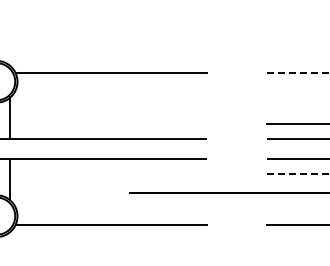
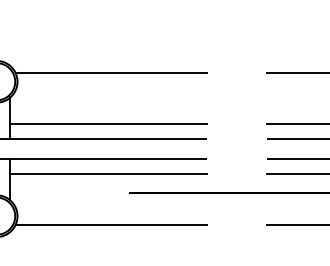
line at (298, 73): dashed -> solid
line at (108, 123): none -> present
line at (108, 174): none -> present
line at (298, 174): dashed -> solid
